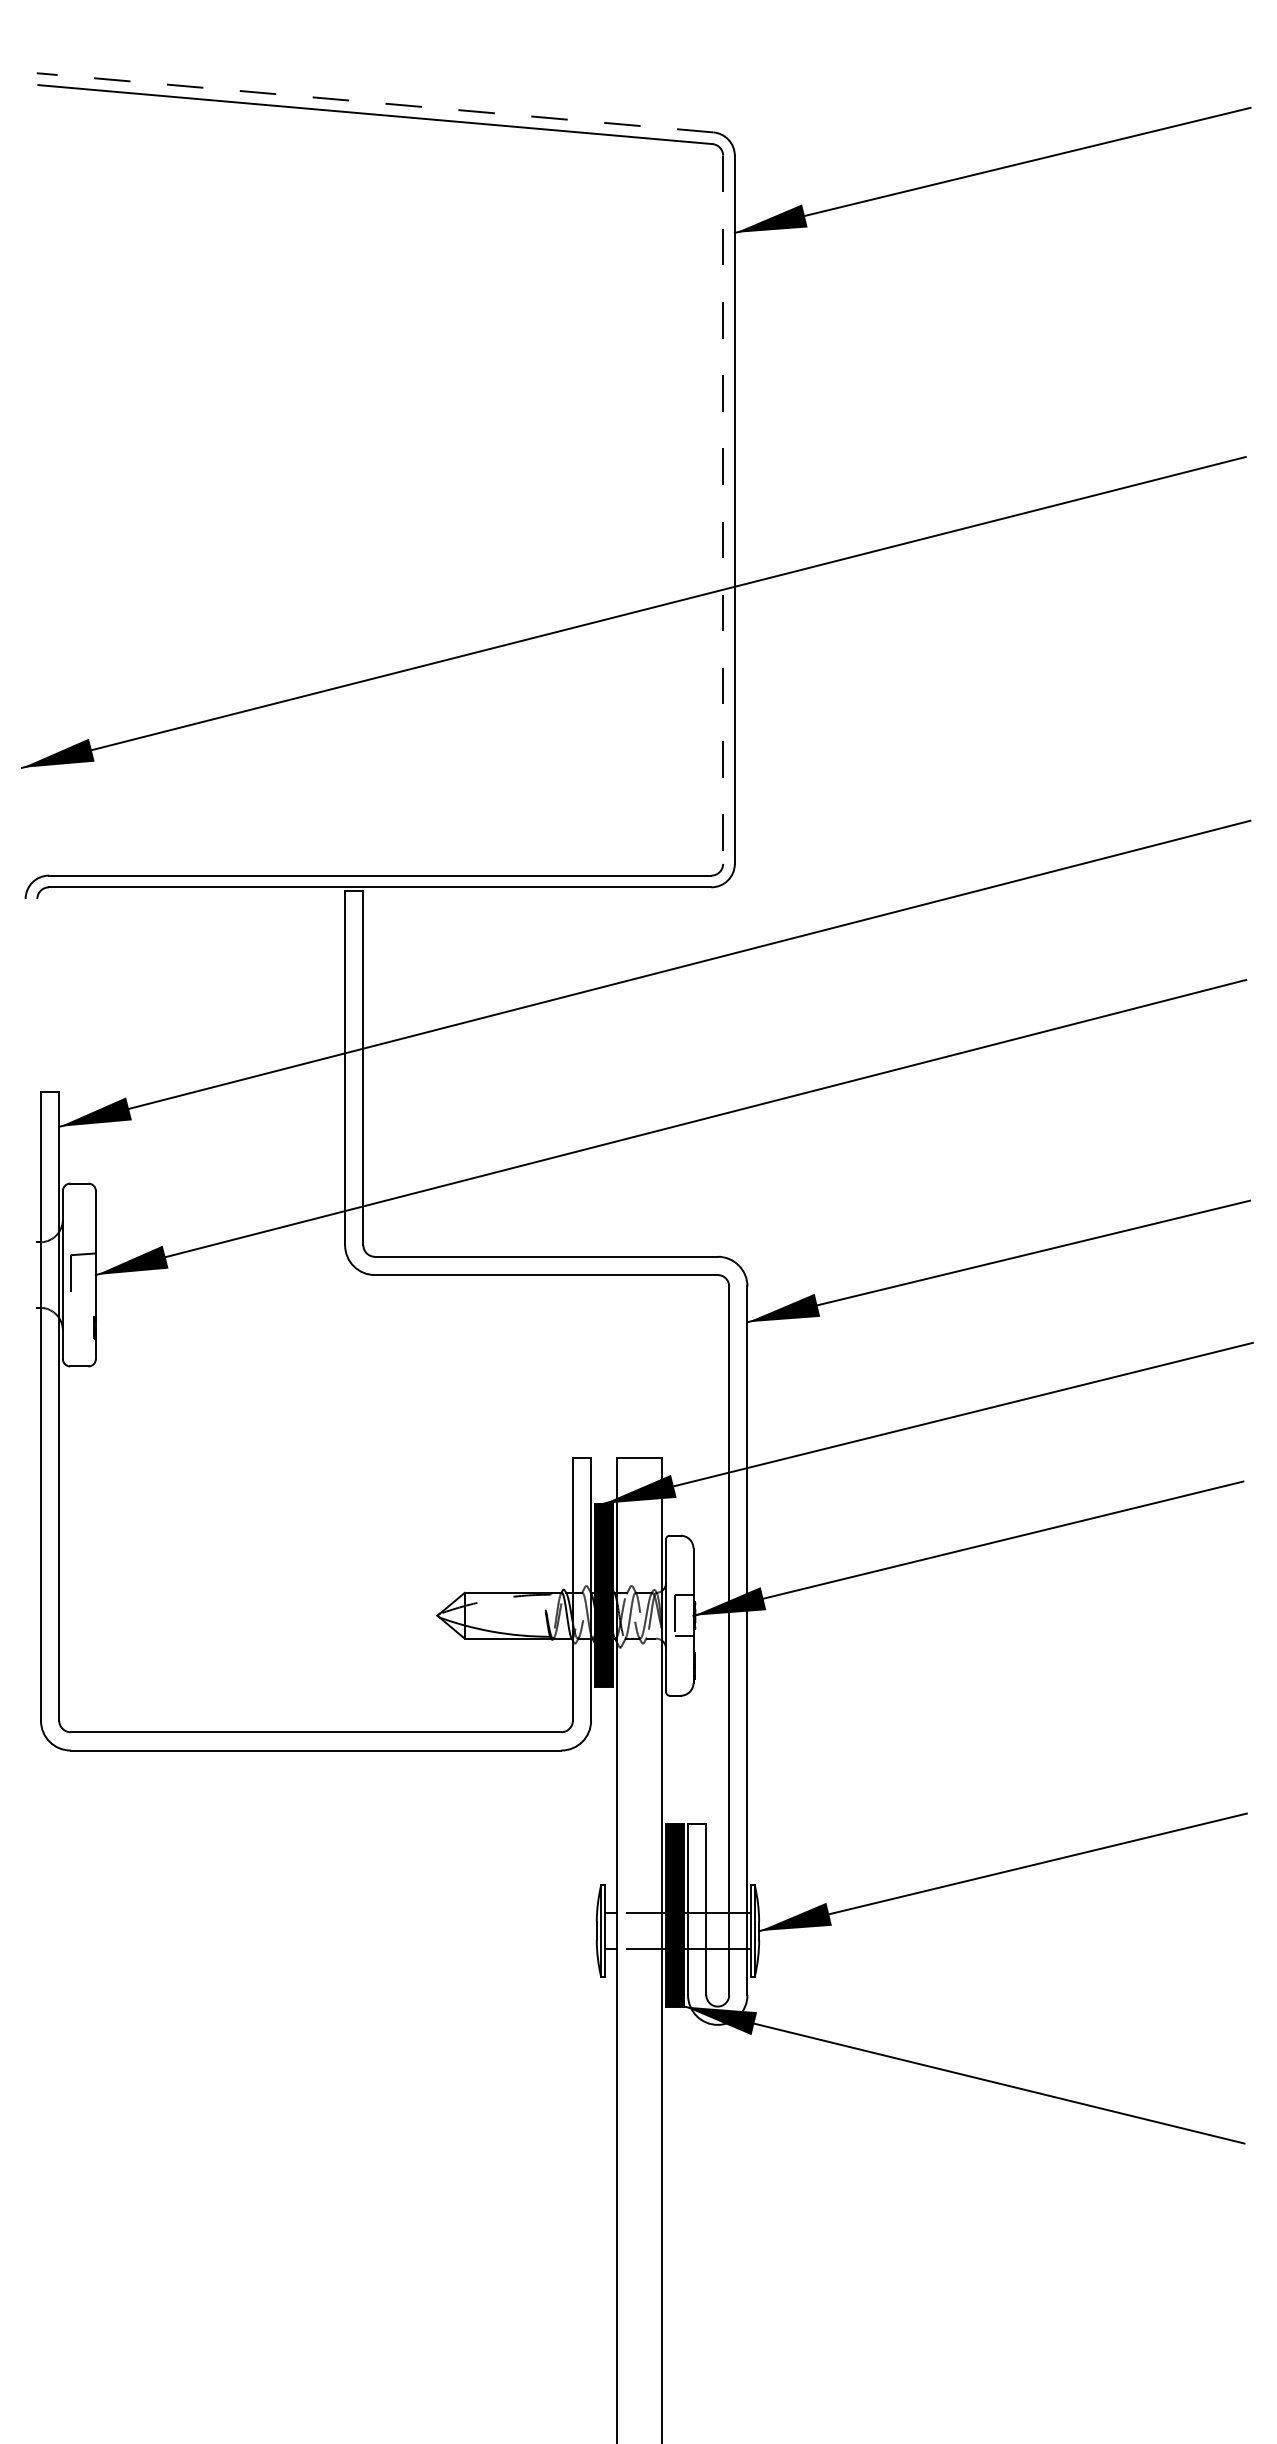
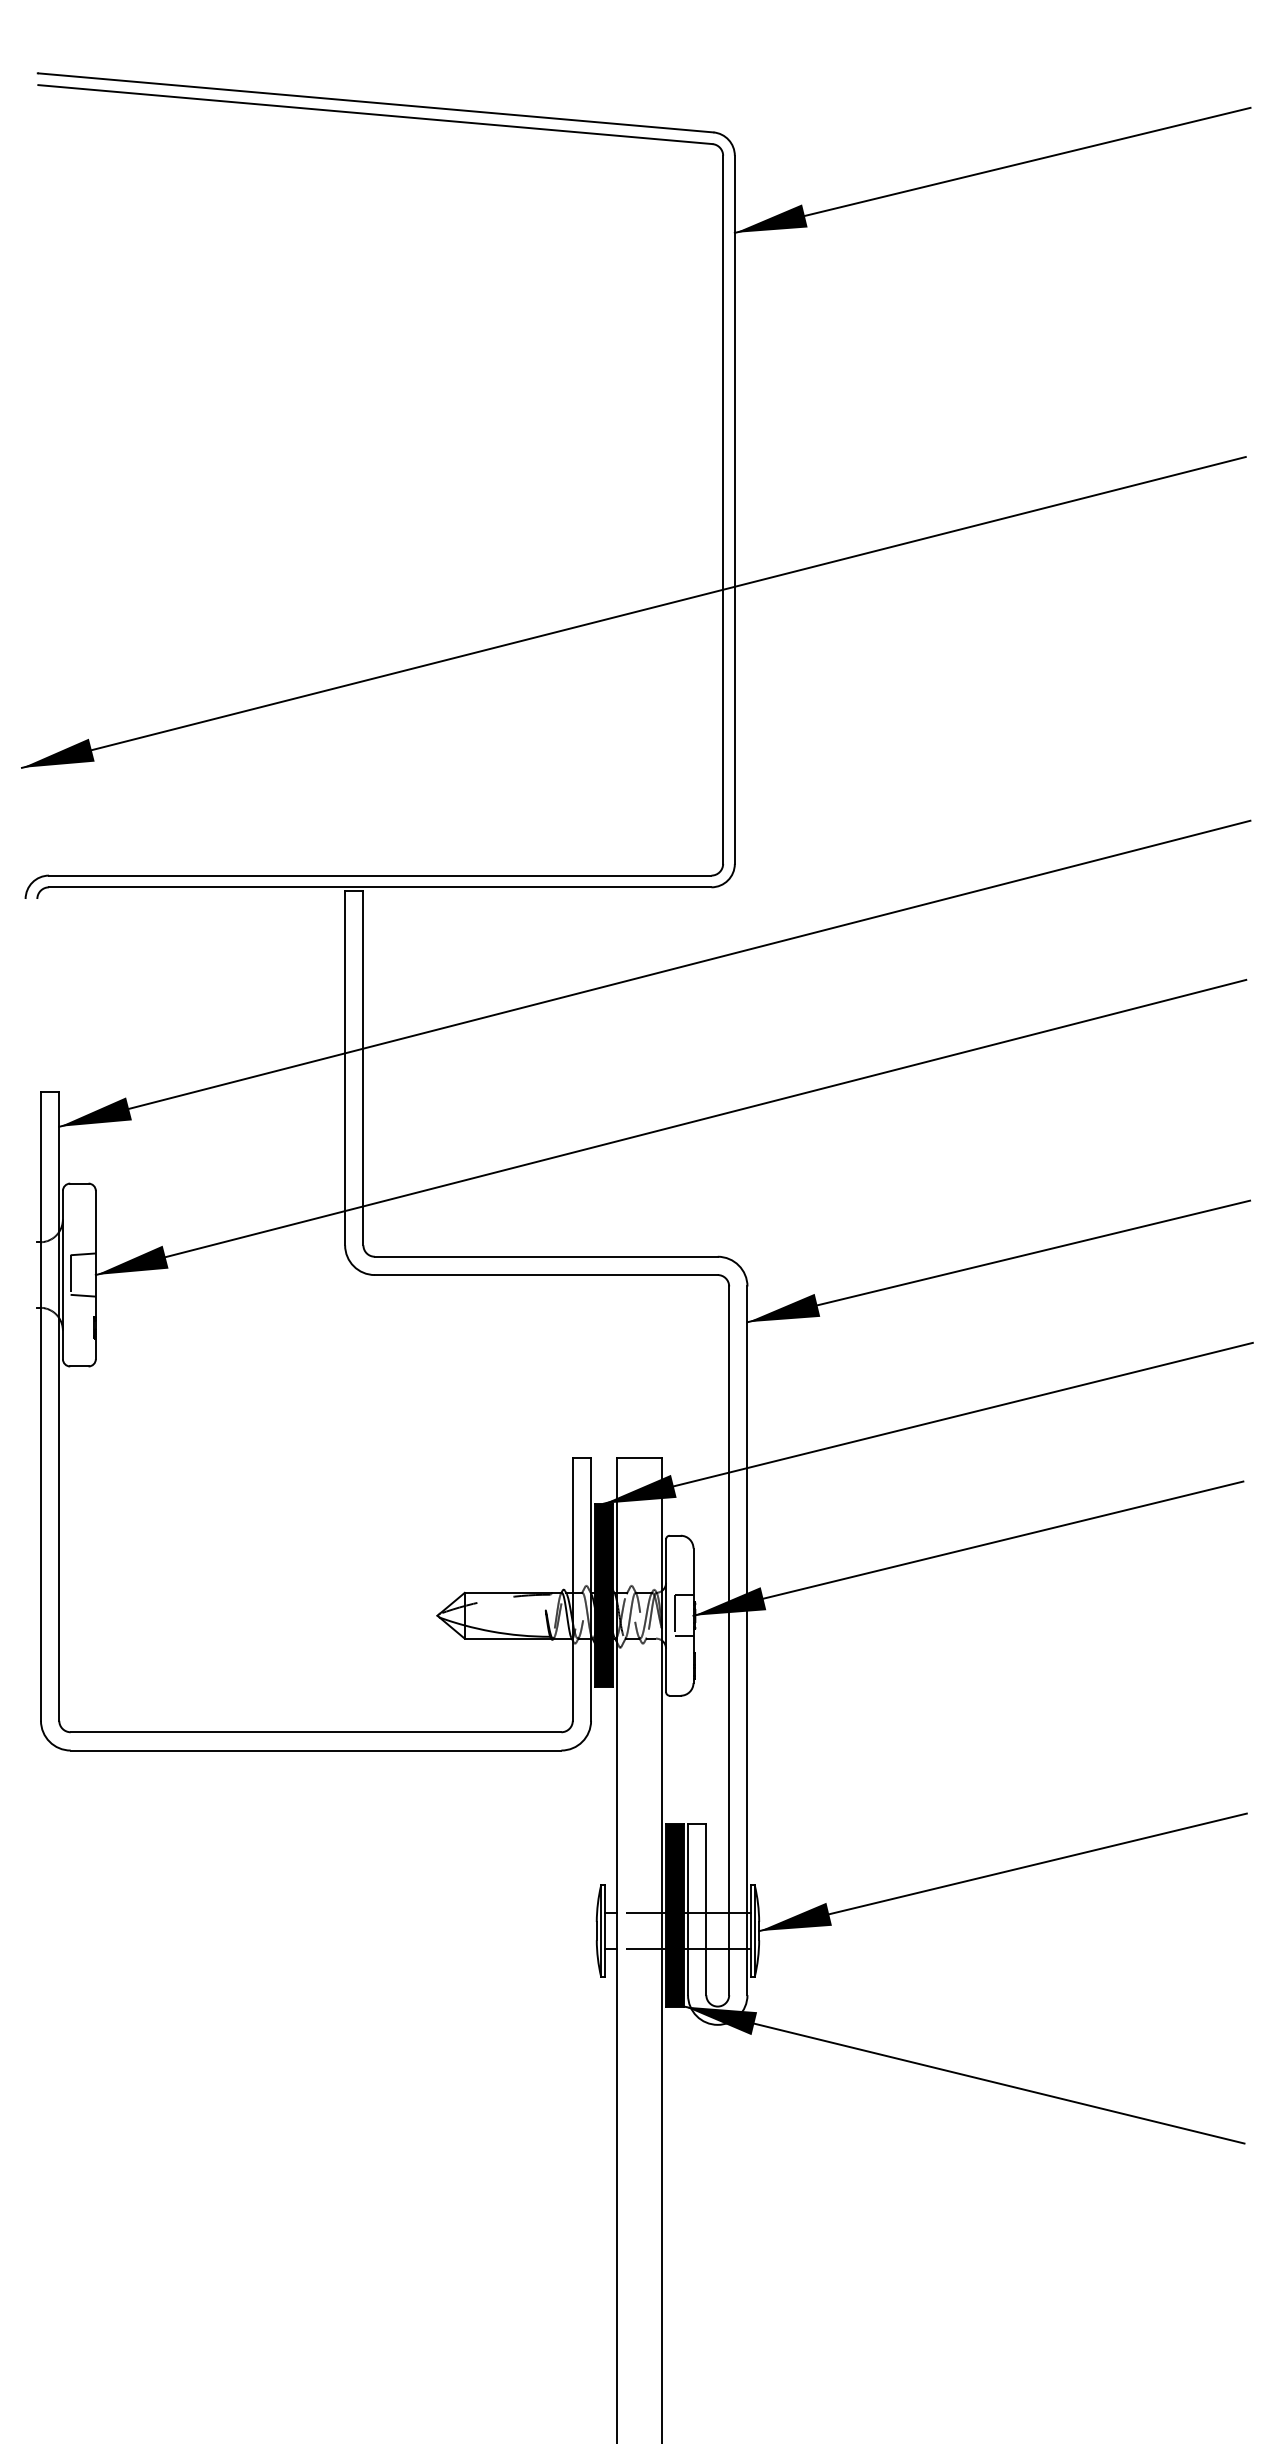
line at (376, 102): dashed -> solid
line at (723, 510): dashed -> solid
line at (82, 1295): none -> present
